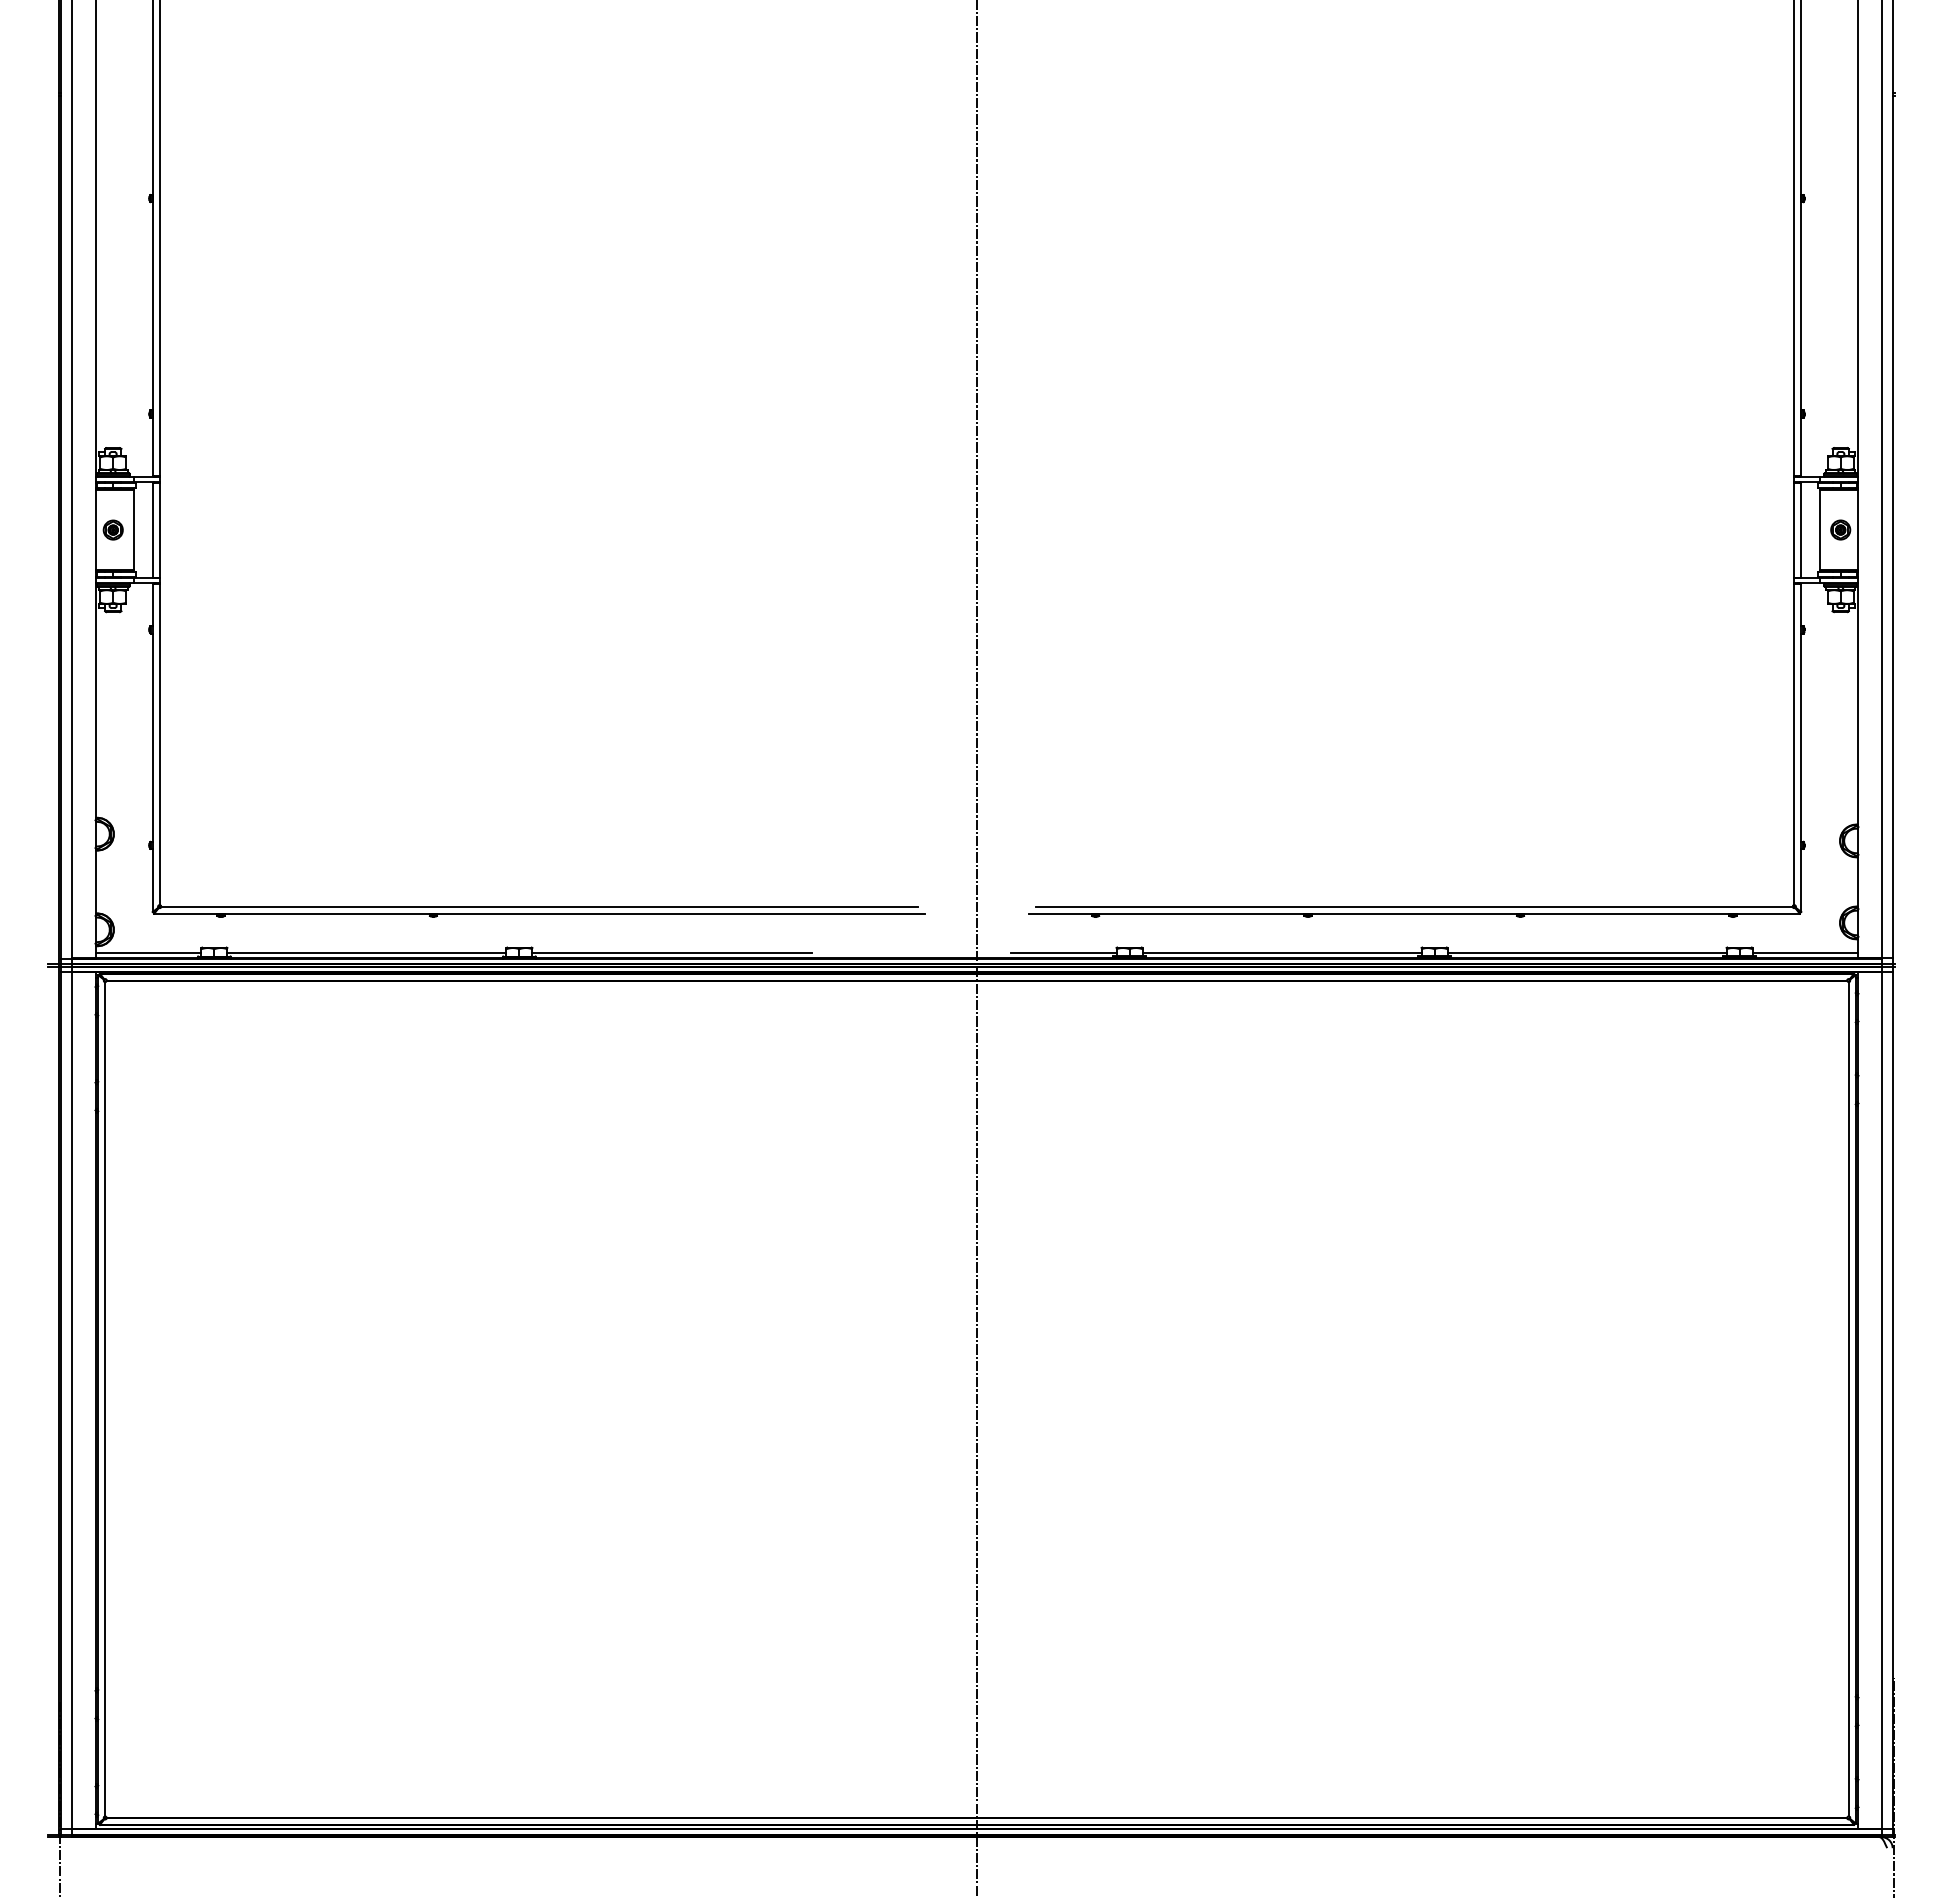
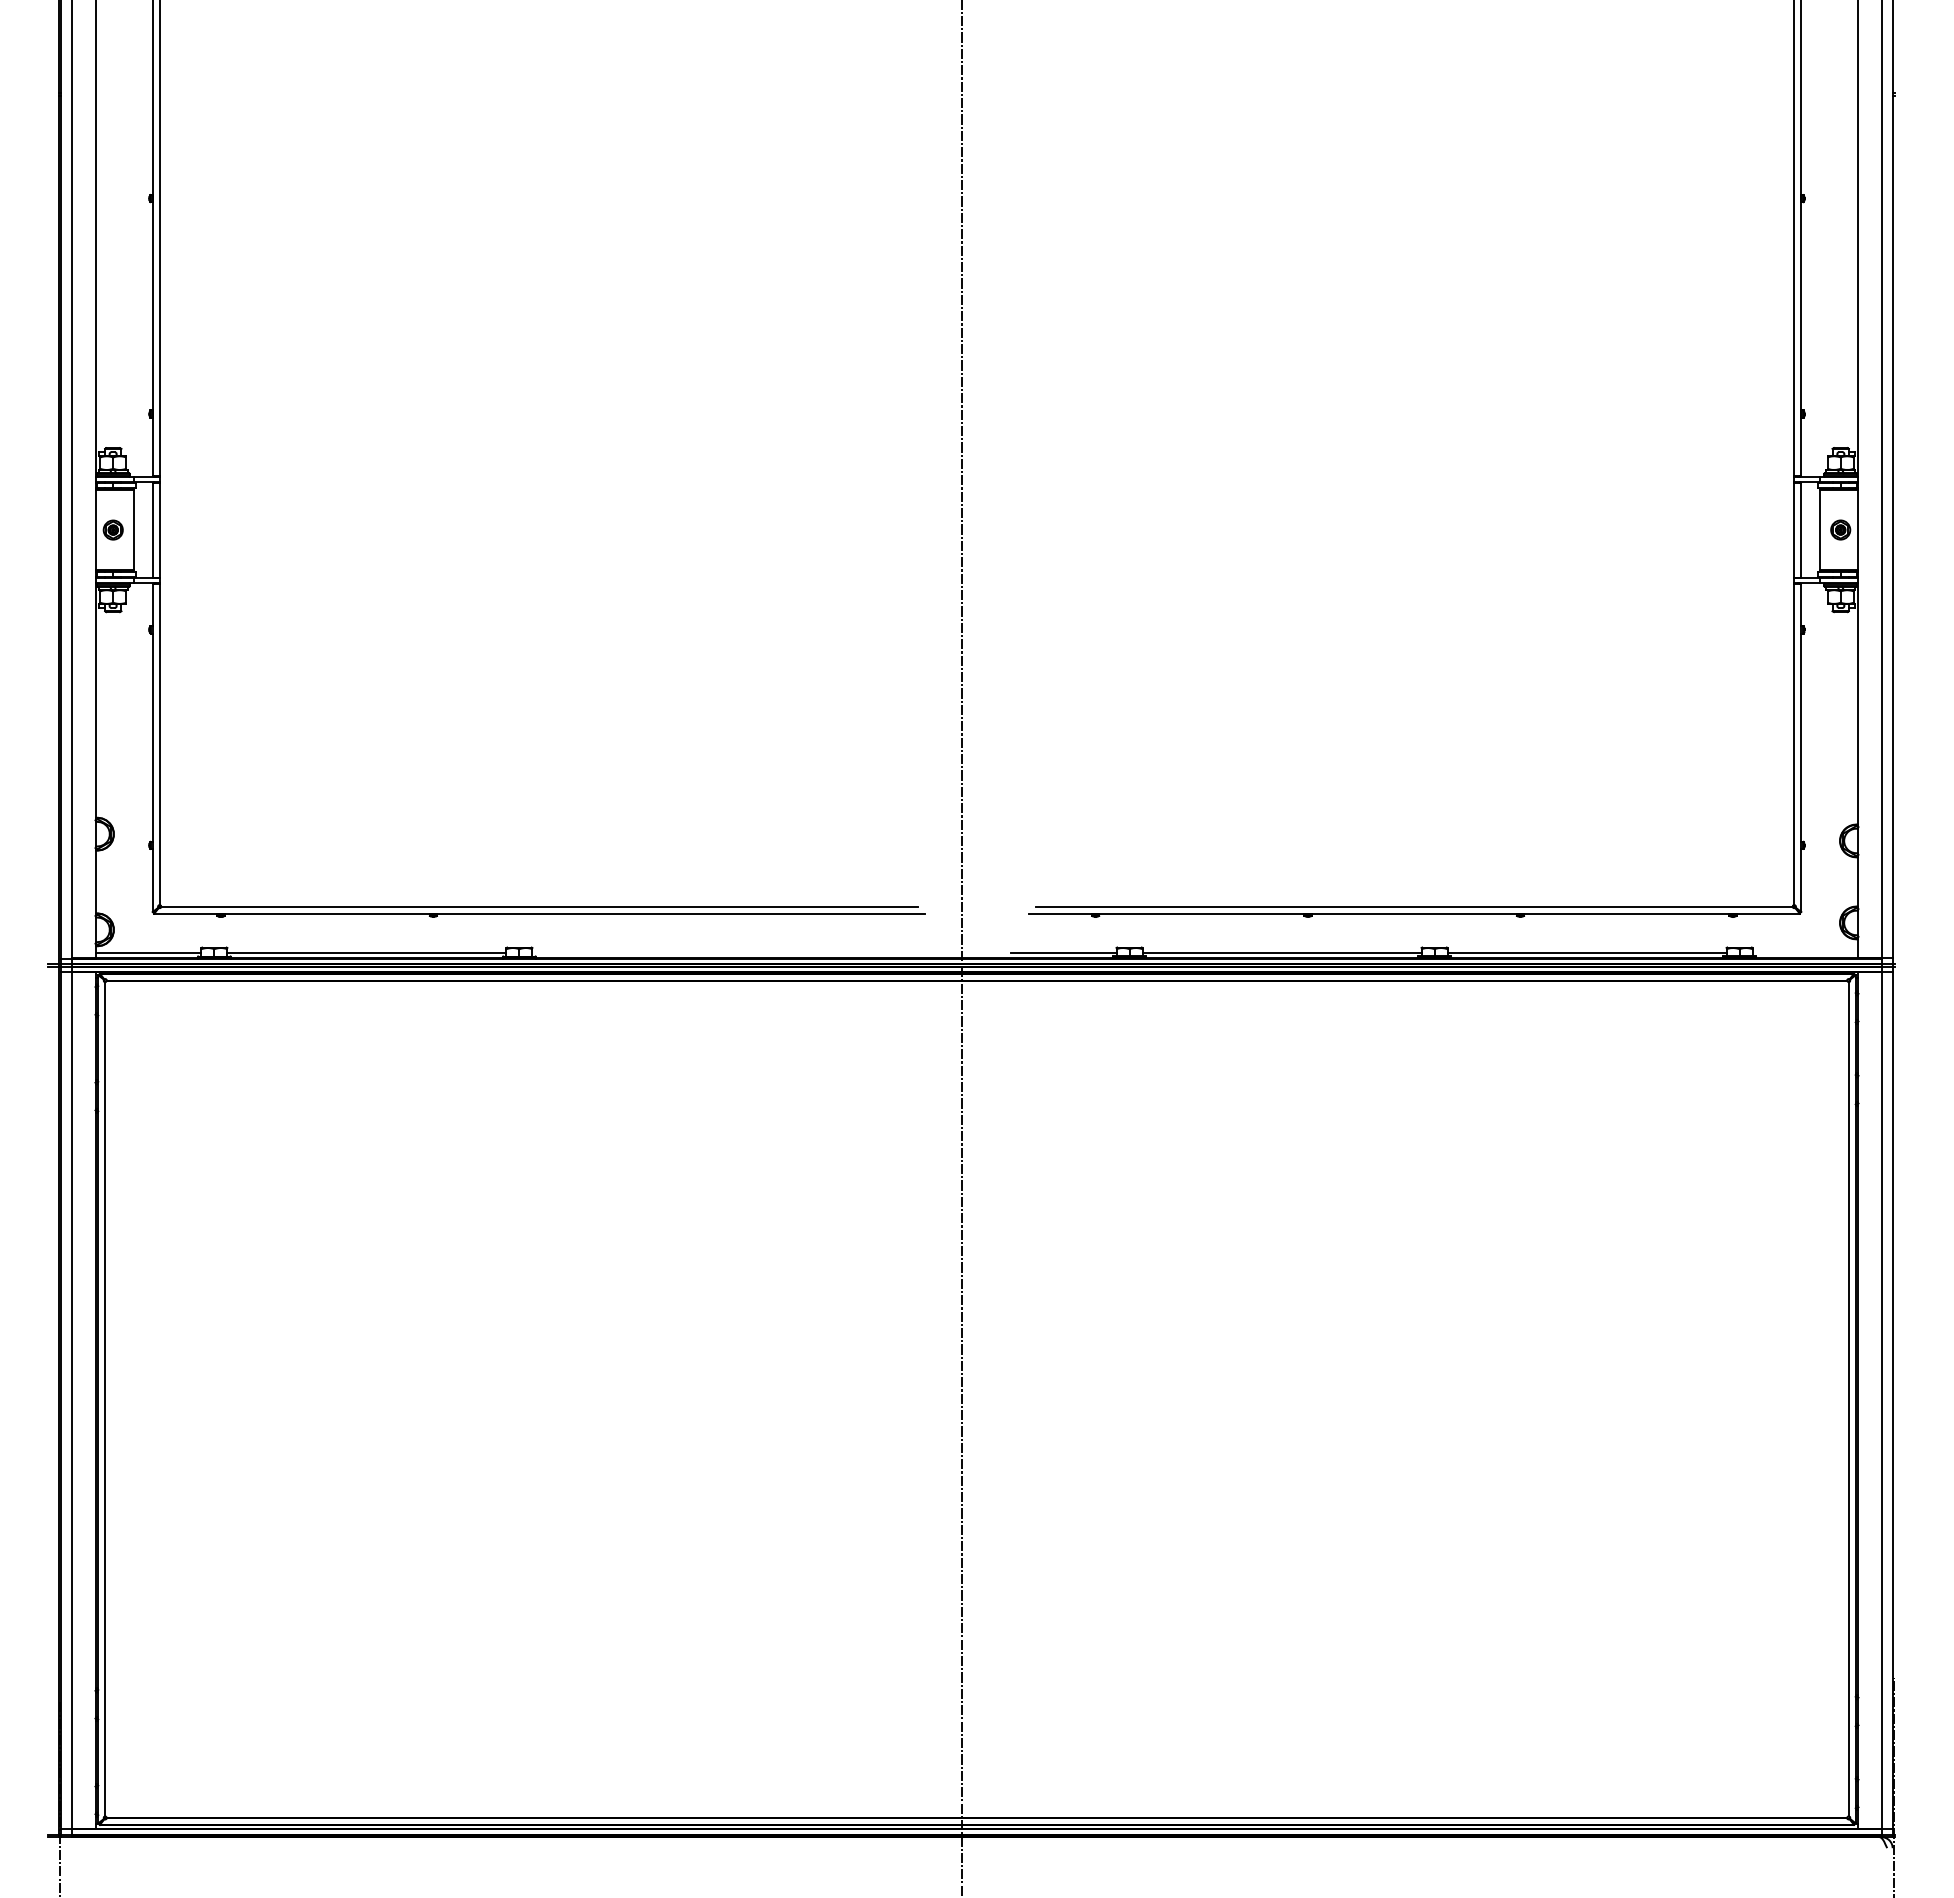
line at (977, 948) position: (977, 948) -> (962, 948)
line at (671, 953): present -> none
line at (1805, 953): present -> none
